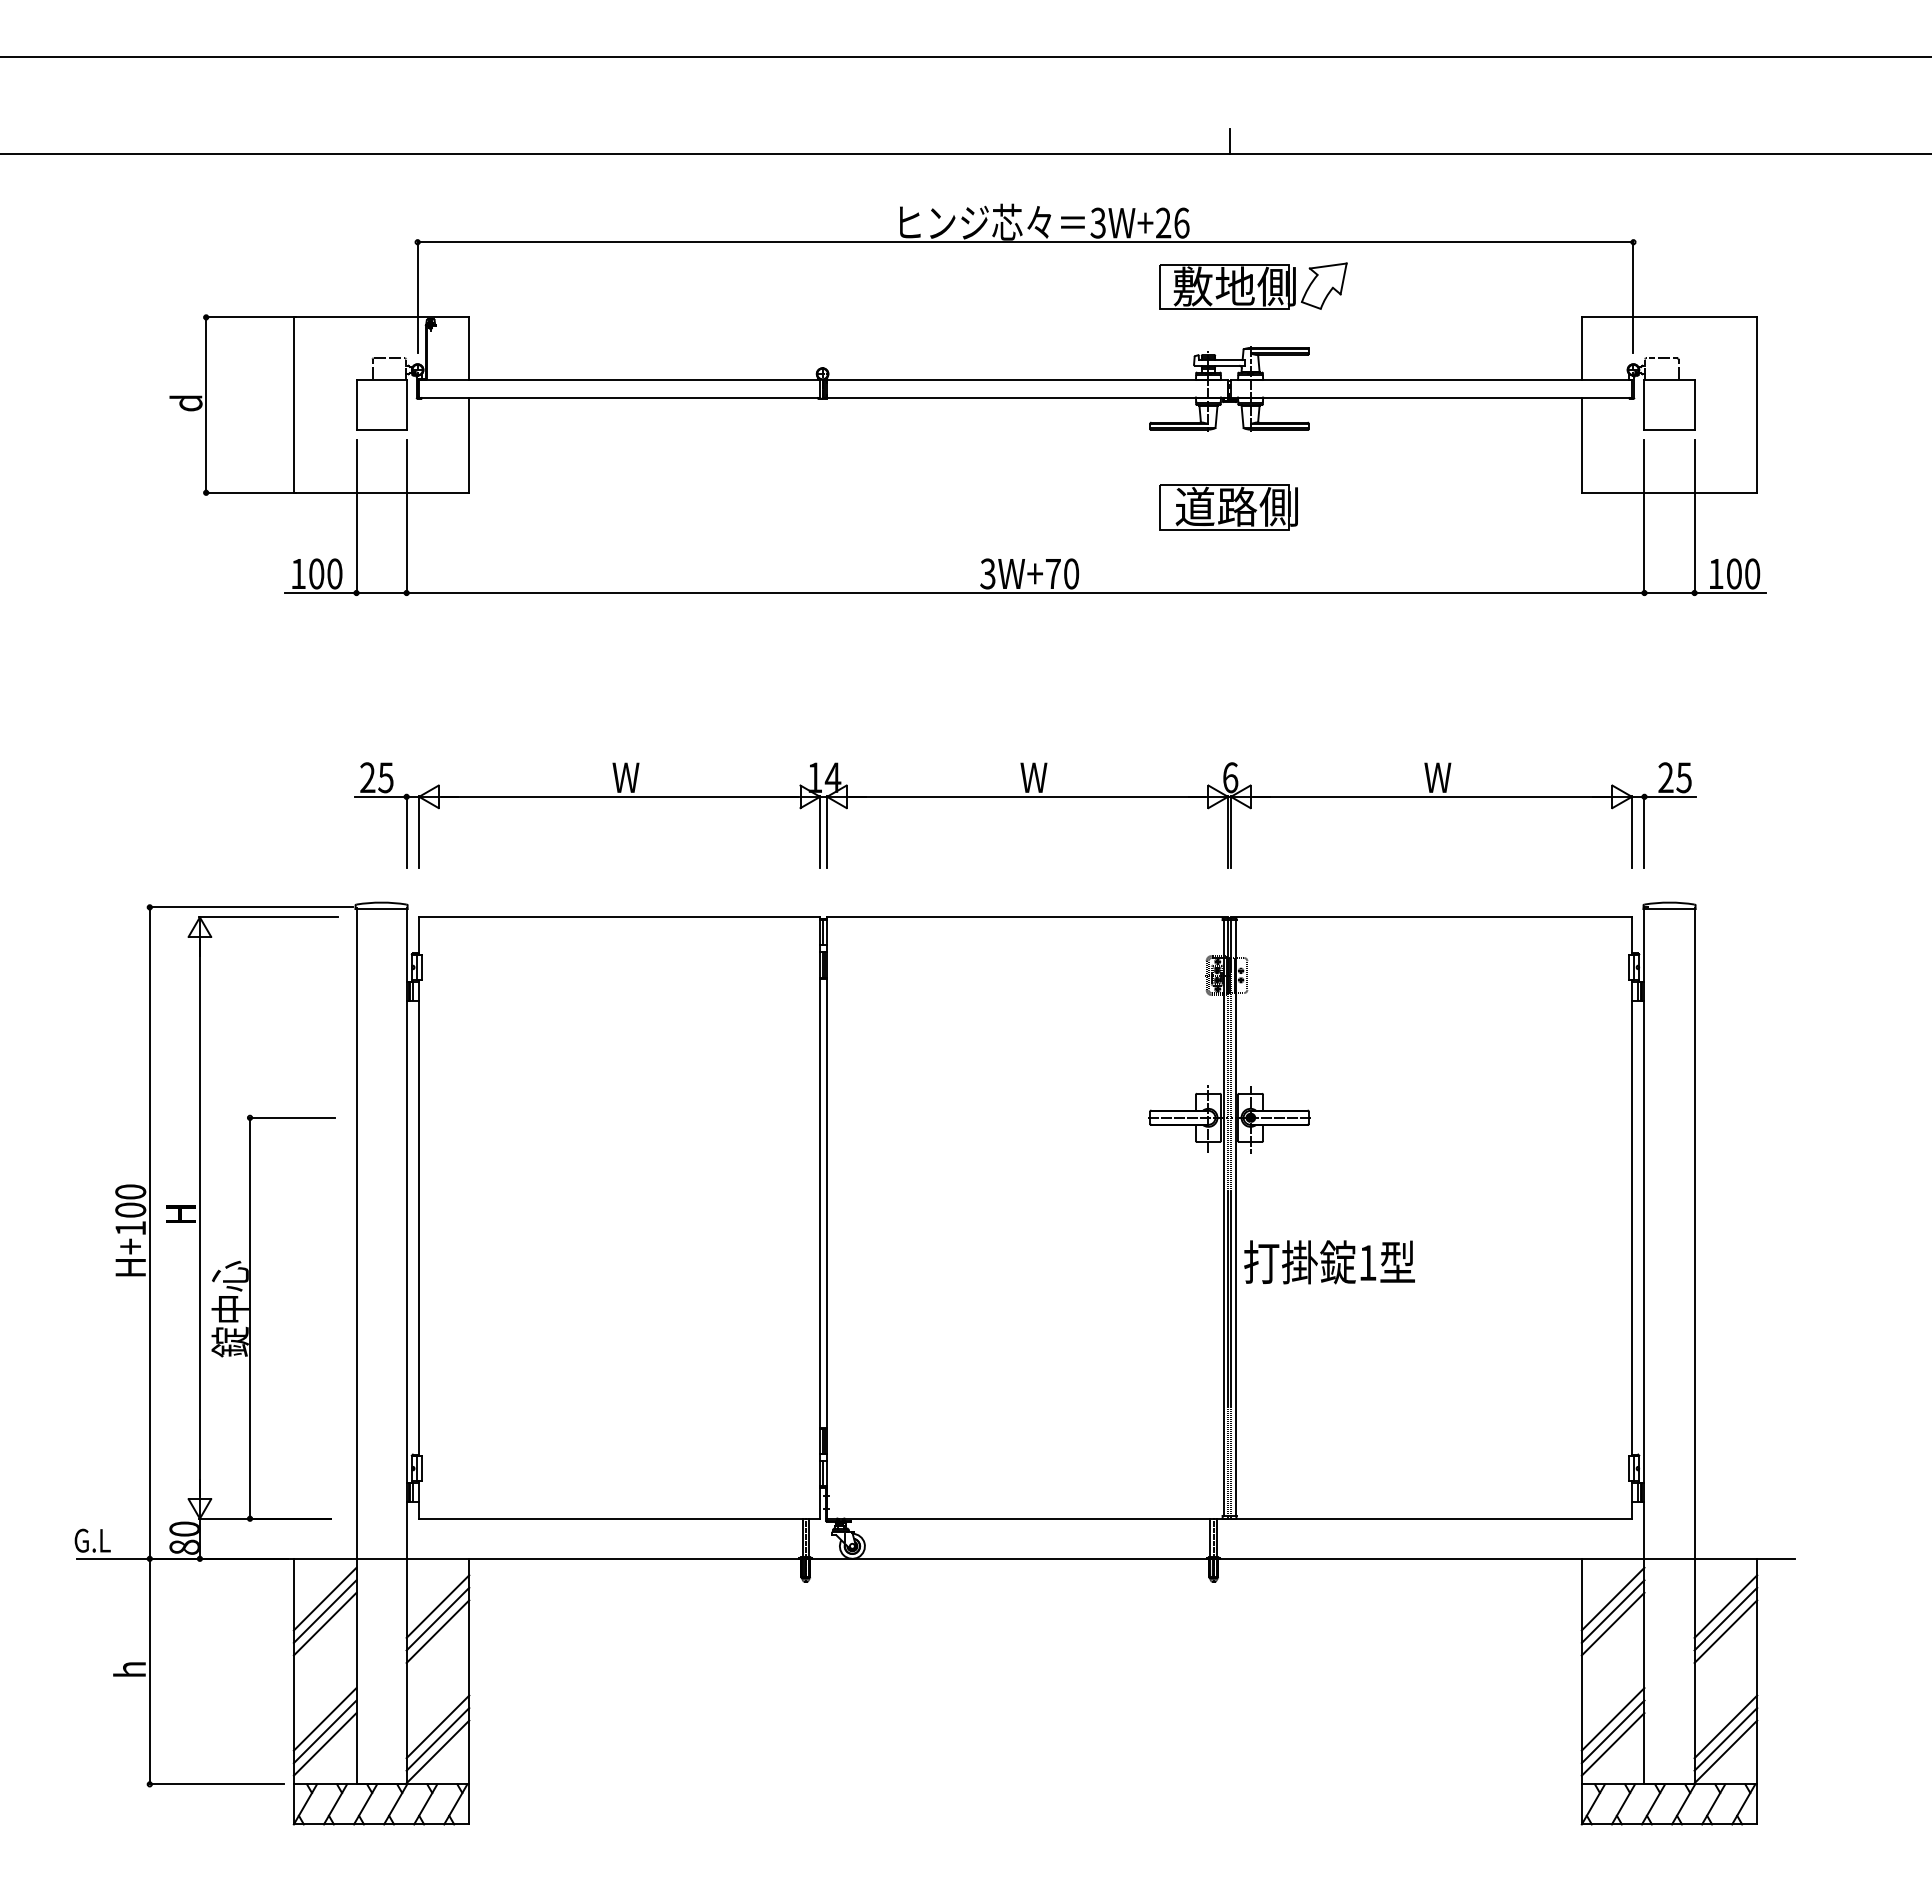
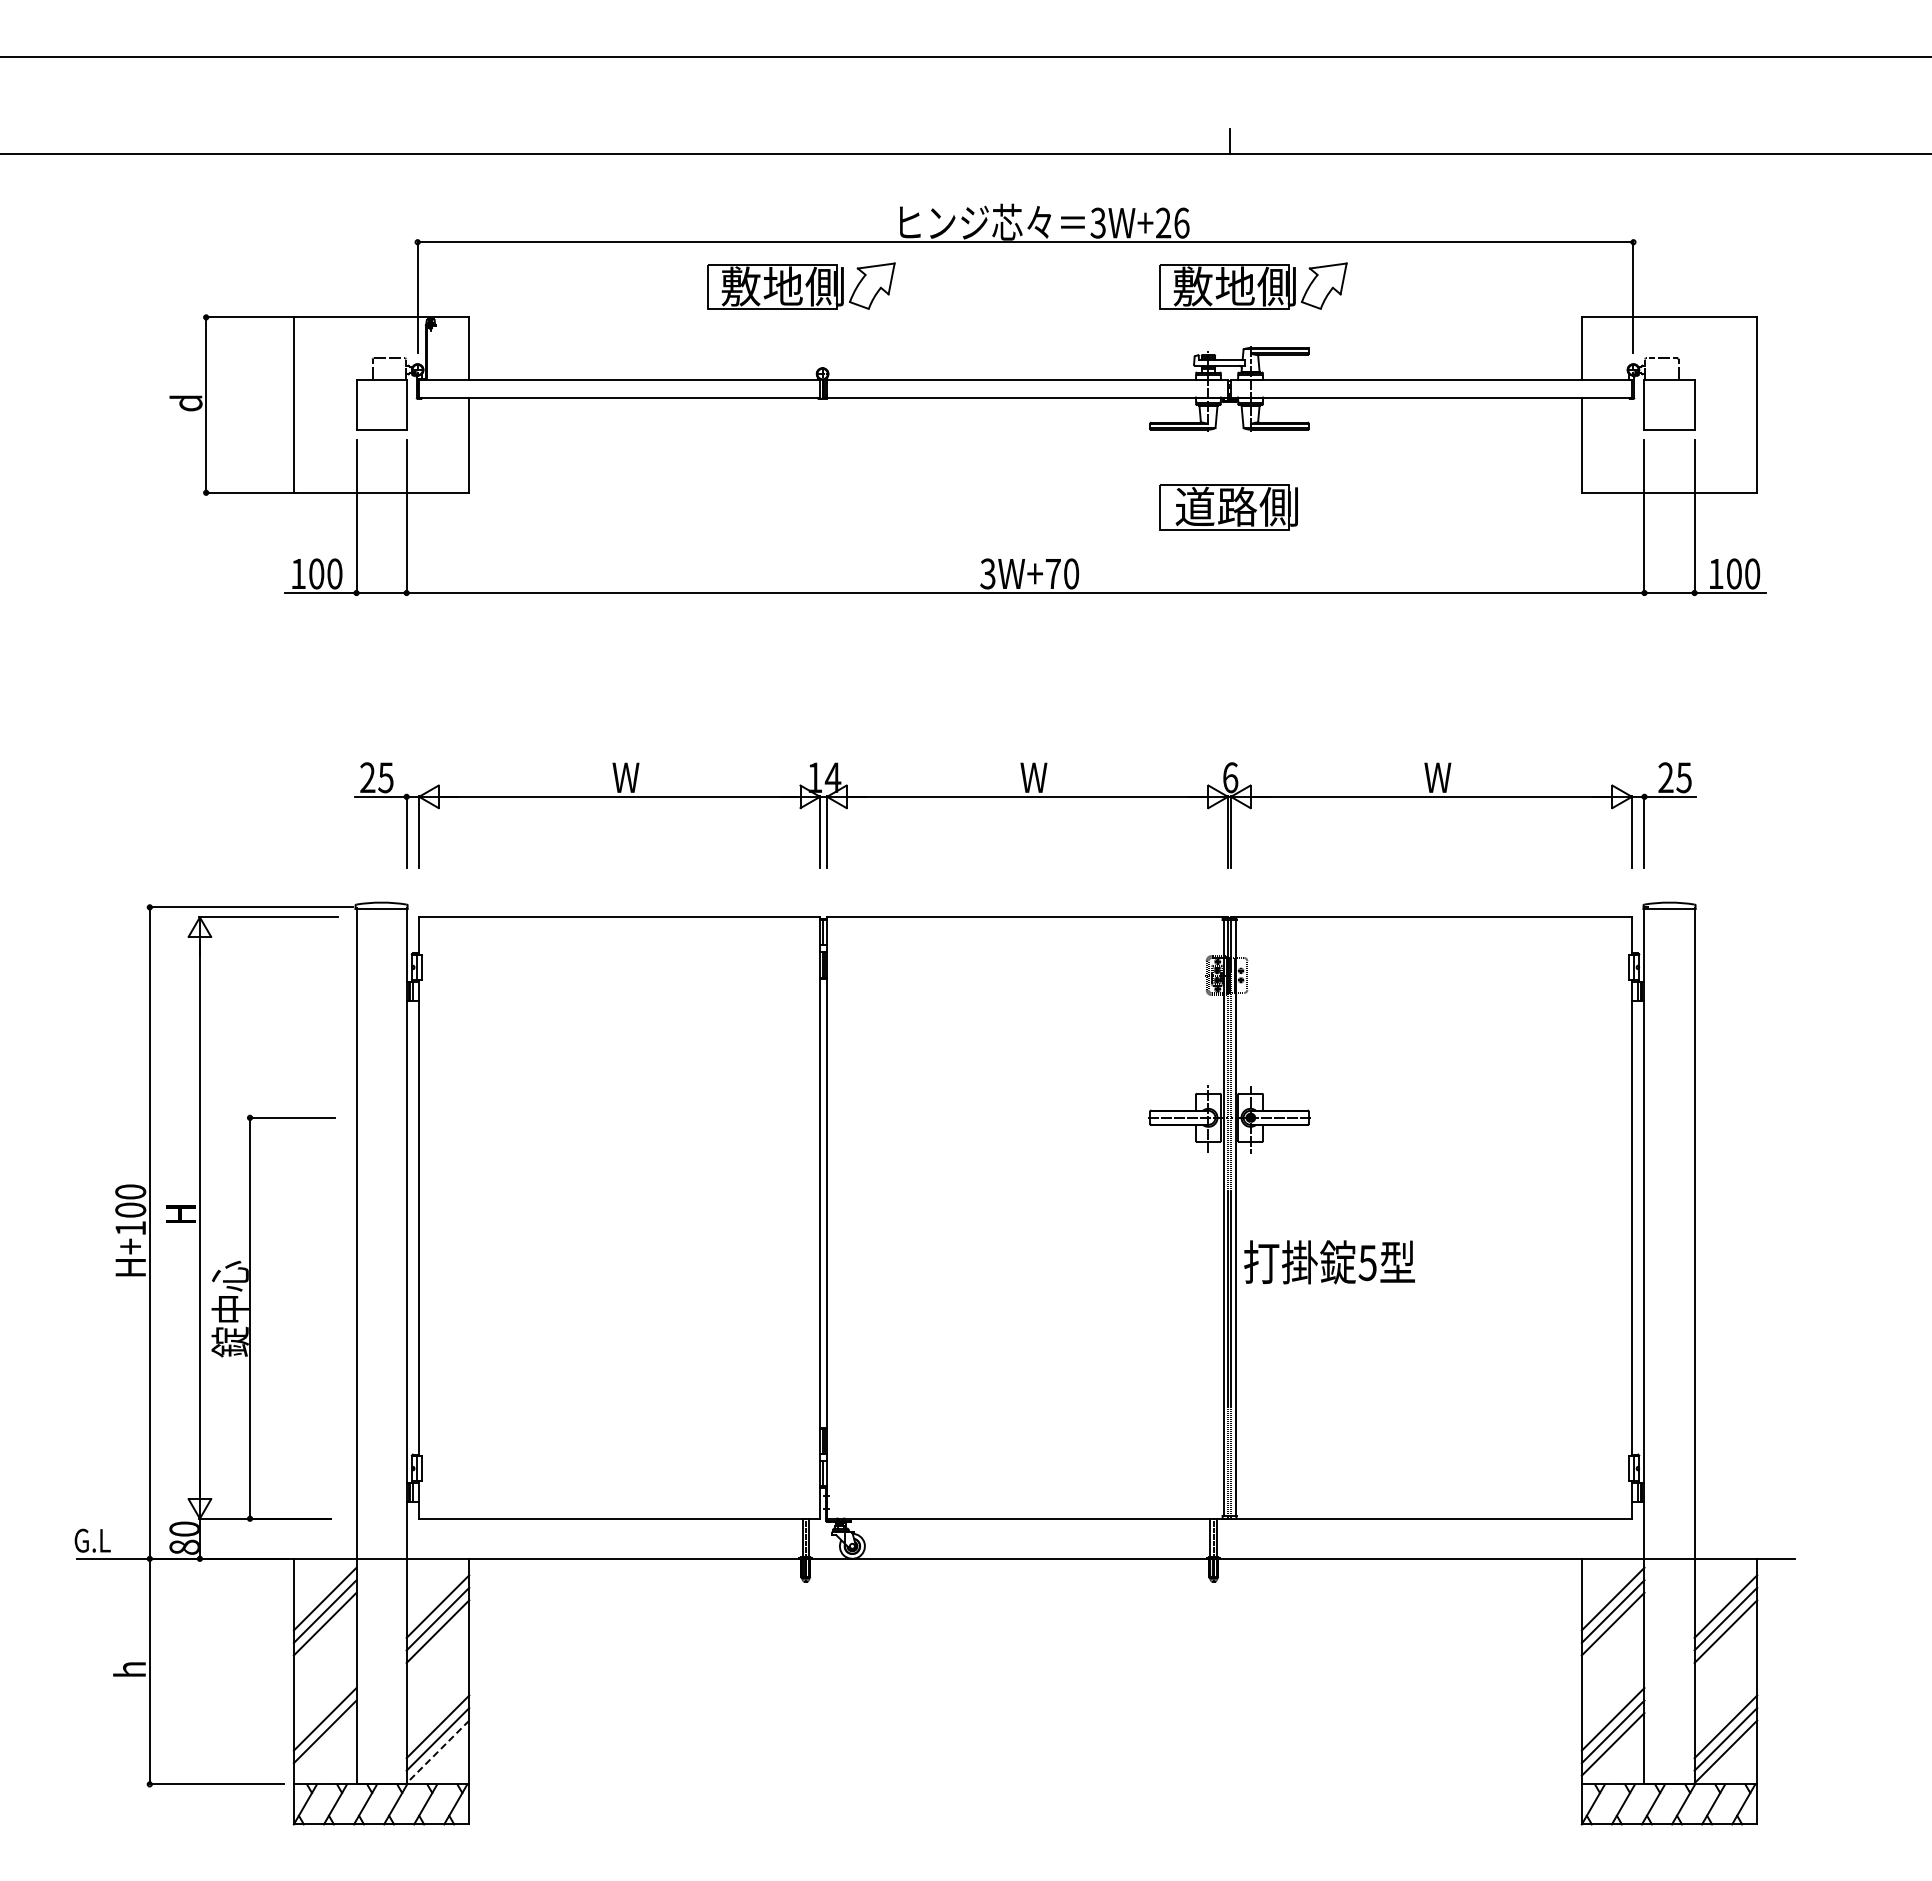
part at (801, 285): none -> present
text at (1367, 1263): 1 -> 5
line at (324, 1744): present -> none
line at (437, 1752): solid -> dashed
